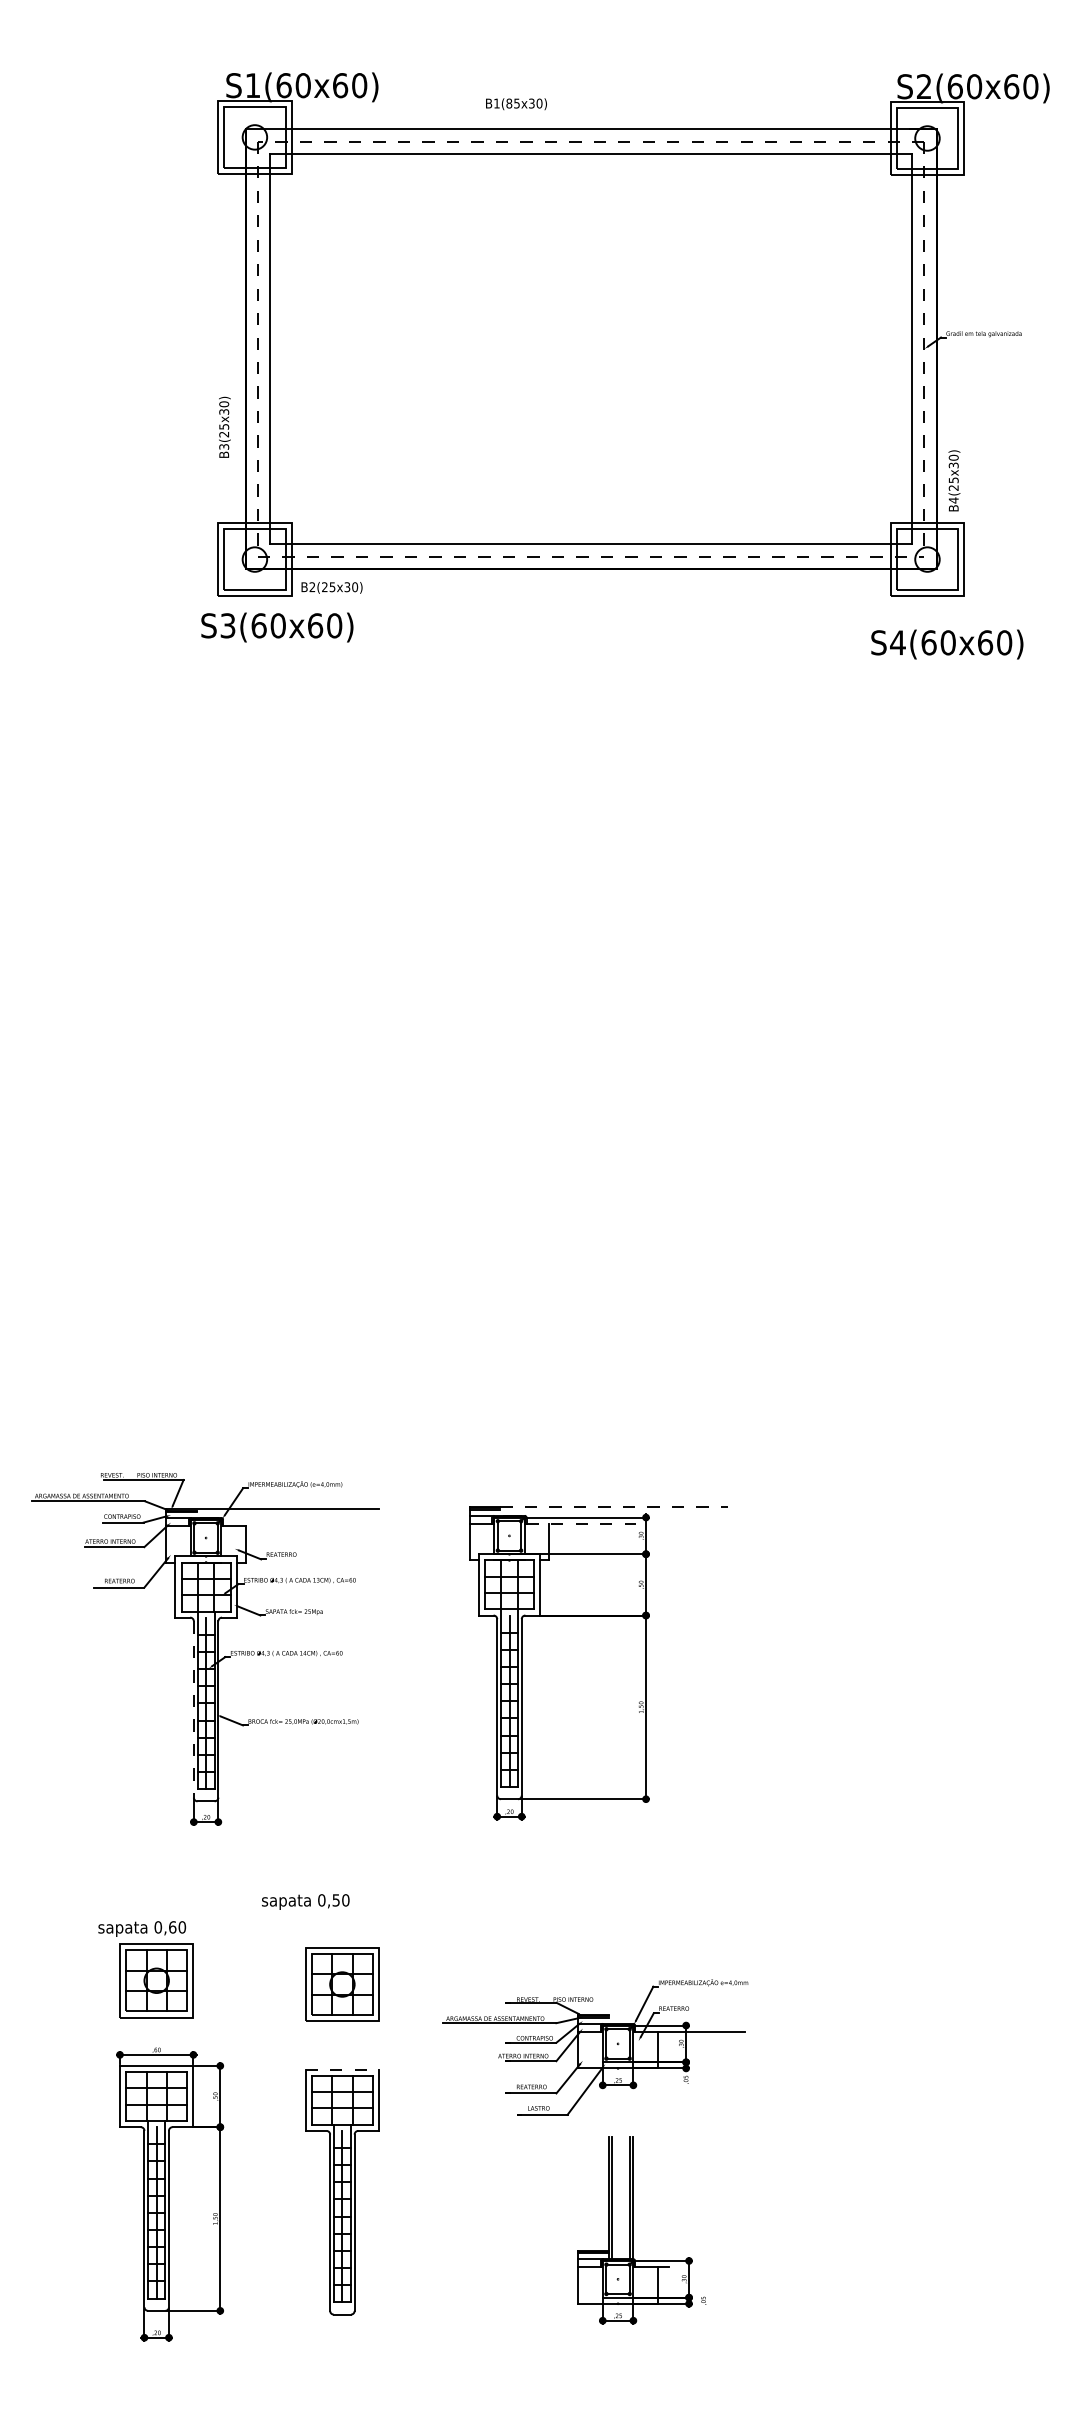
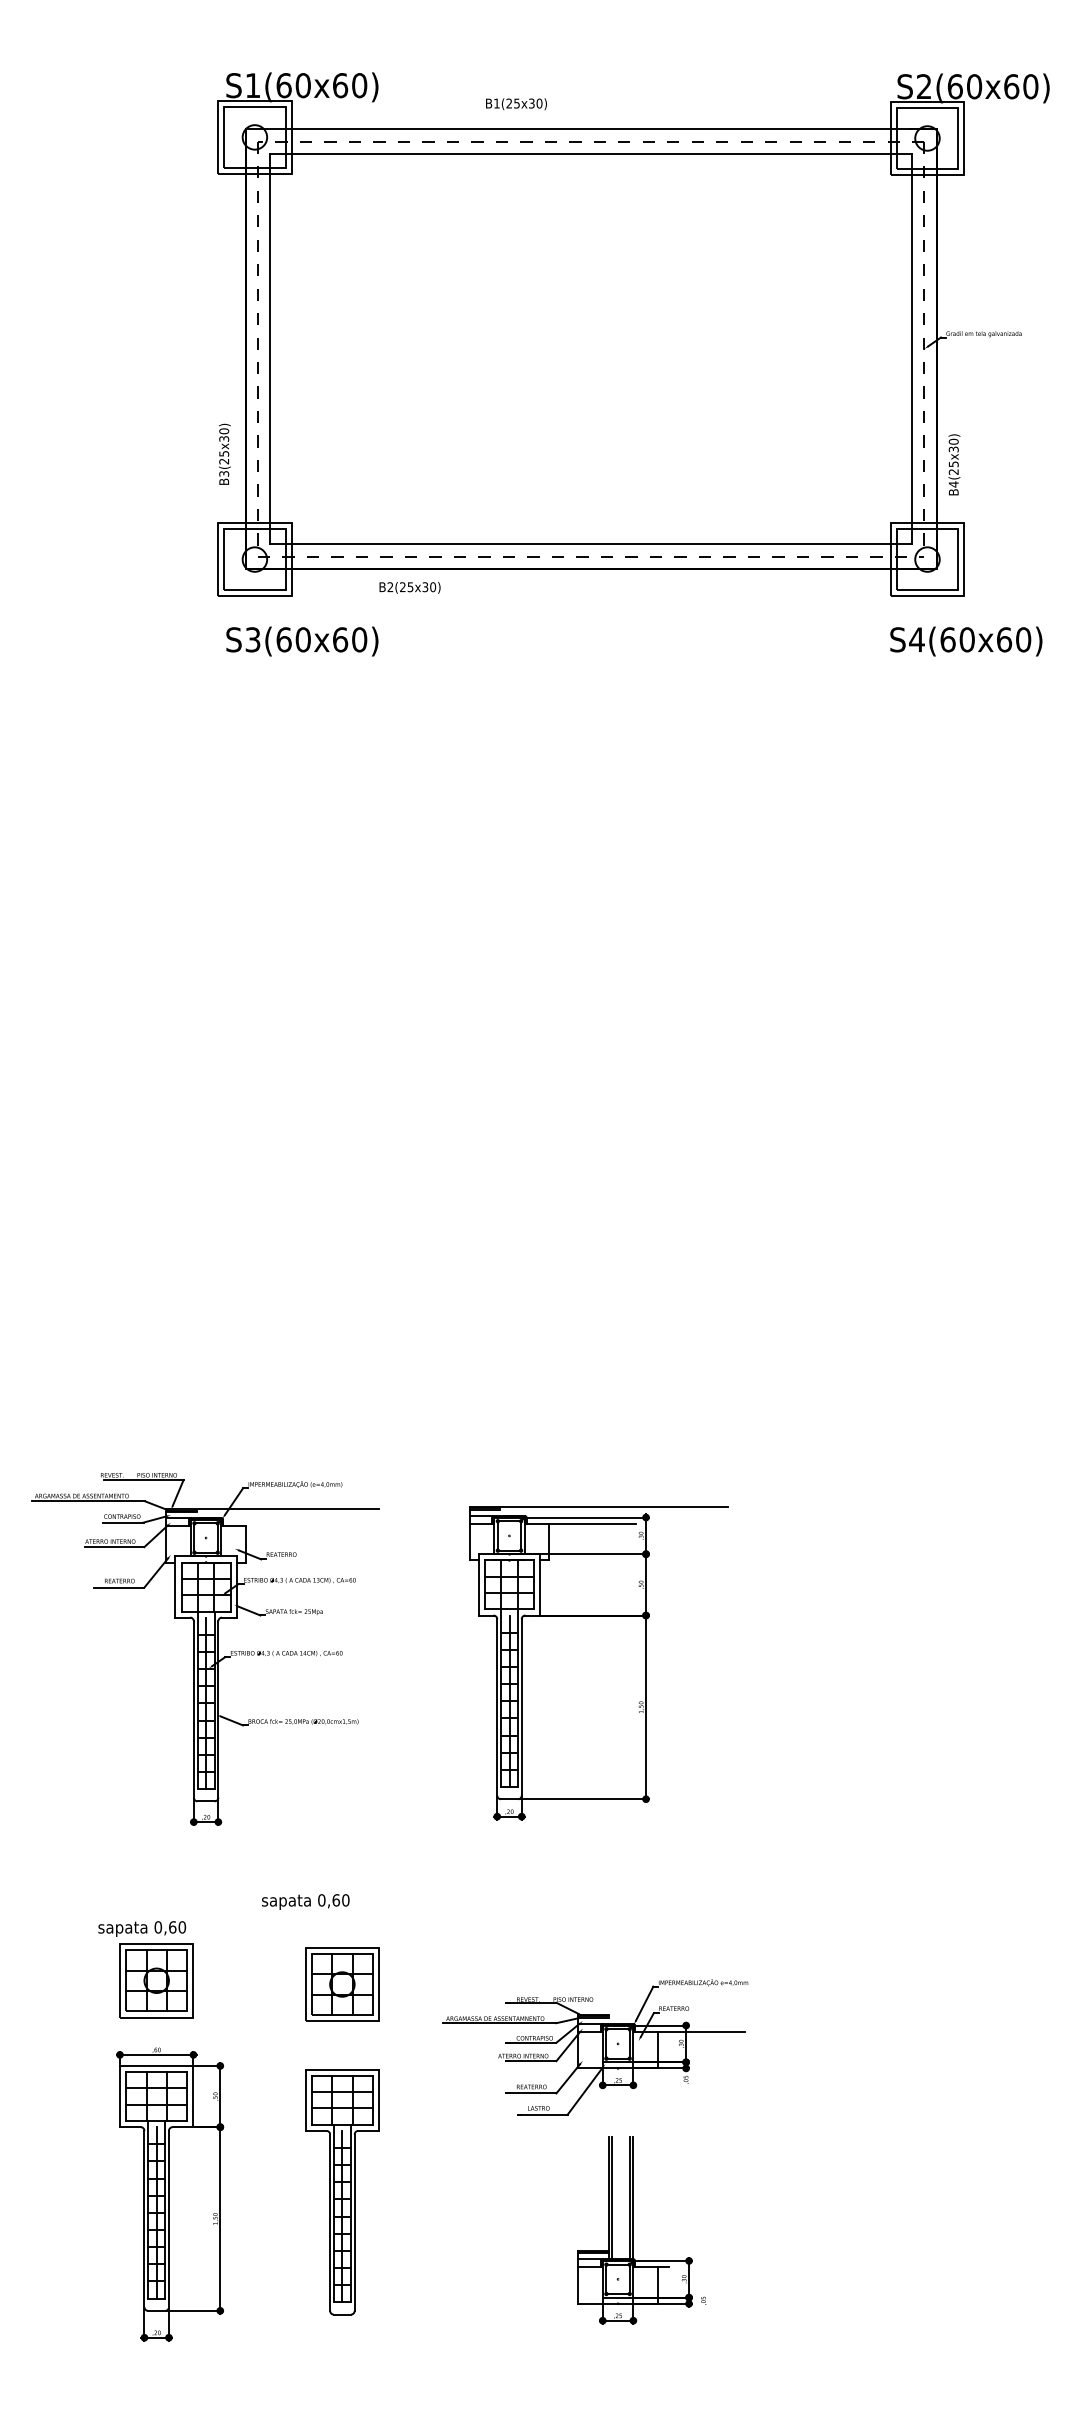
text at (509, 103): B1(85x30) -> B1(25x30)
text at (224, 426) position: (224, 426) -> (224, 453)
text at (954, 480) position: (954, 480) -> (954, 464)
text at (331, 587) position: (331, 587) -> (409, 587)
text at (277, 627) position: (277, 627) -> (302, 641)
text at (947, 644) position: (947, 644) -> (966, 641)
line at (614, 1507): dashed -> solid
line at (581, 1523): dashed -> solid
line at (193, 1709): dashed -> solid
text at (336, 1900): 0,50 -> 0,60
line at (342, 2069): dashed -> solid
